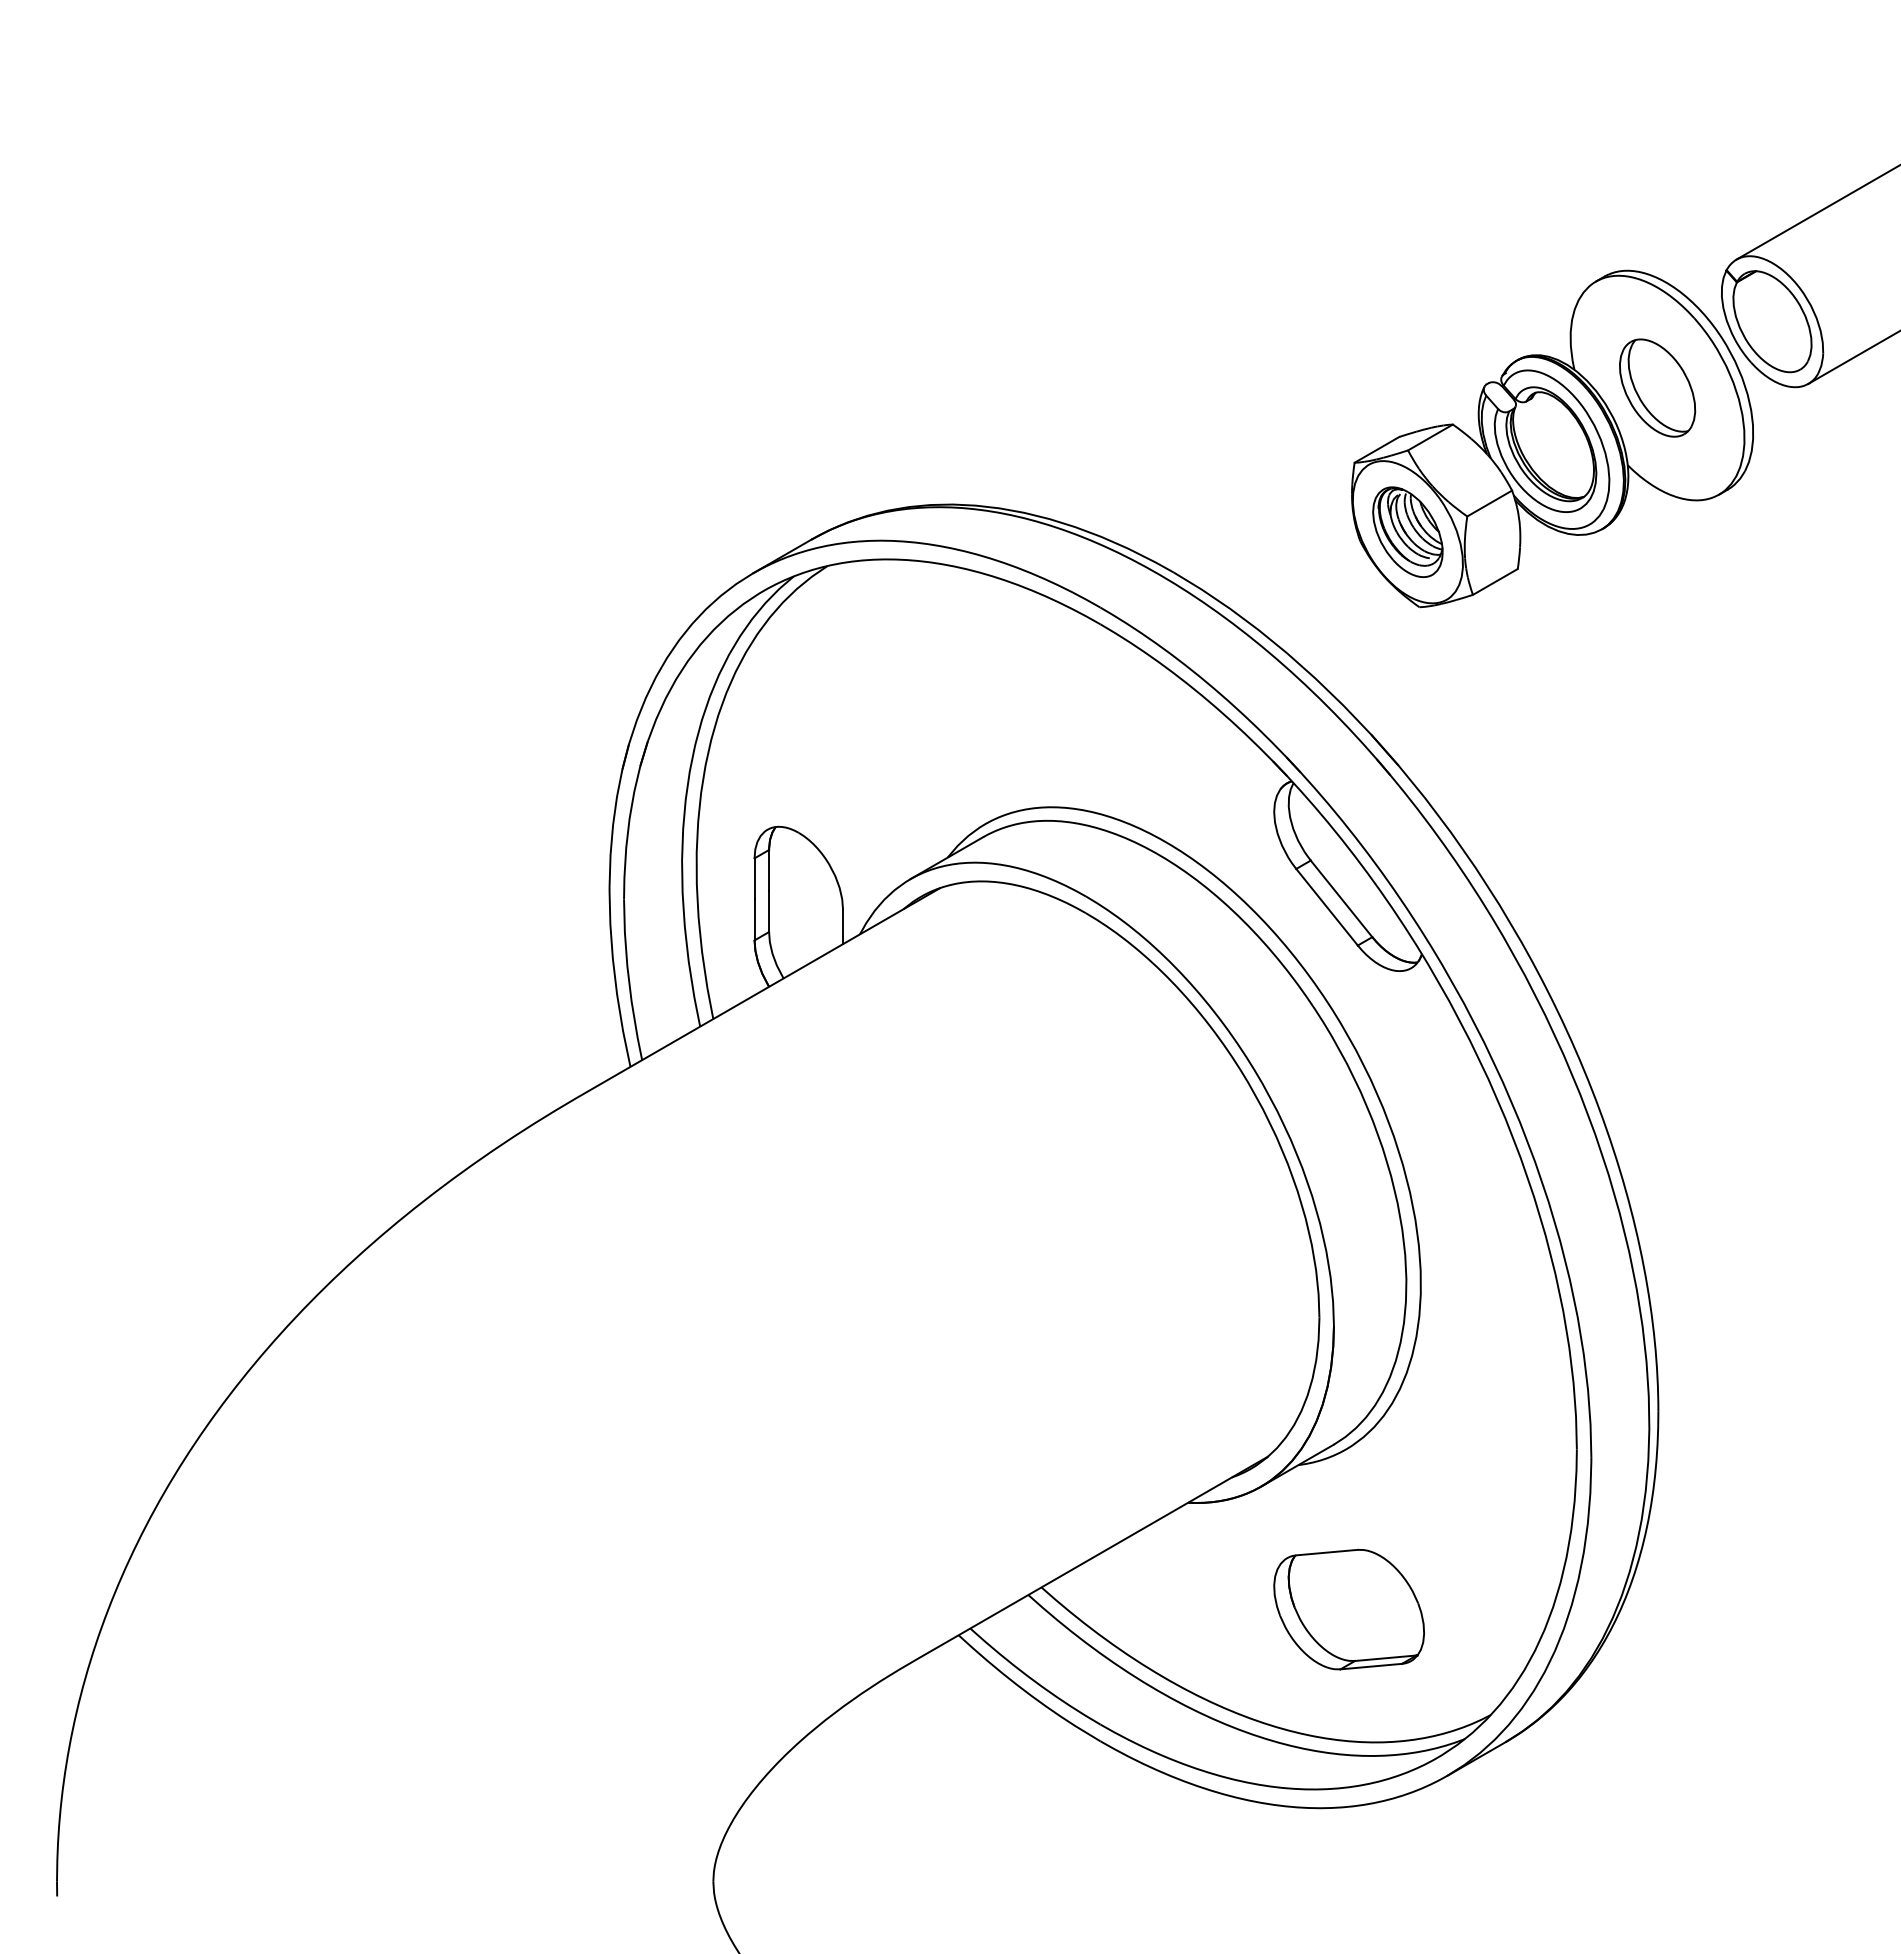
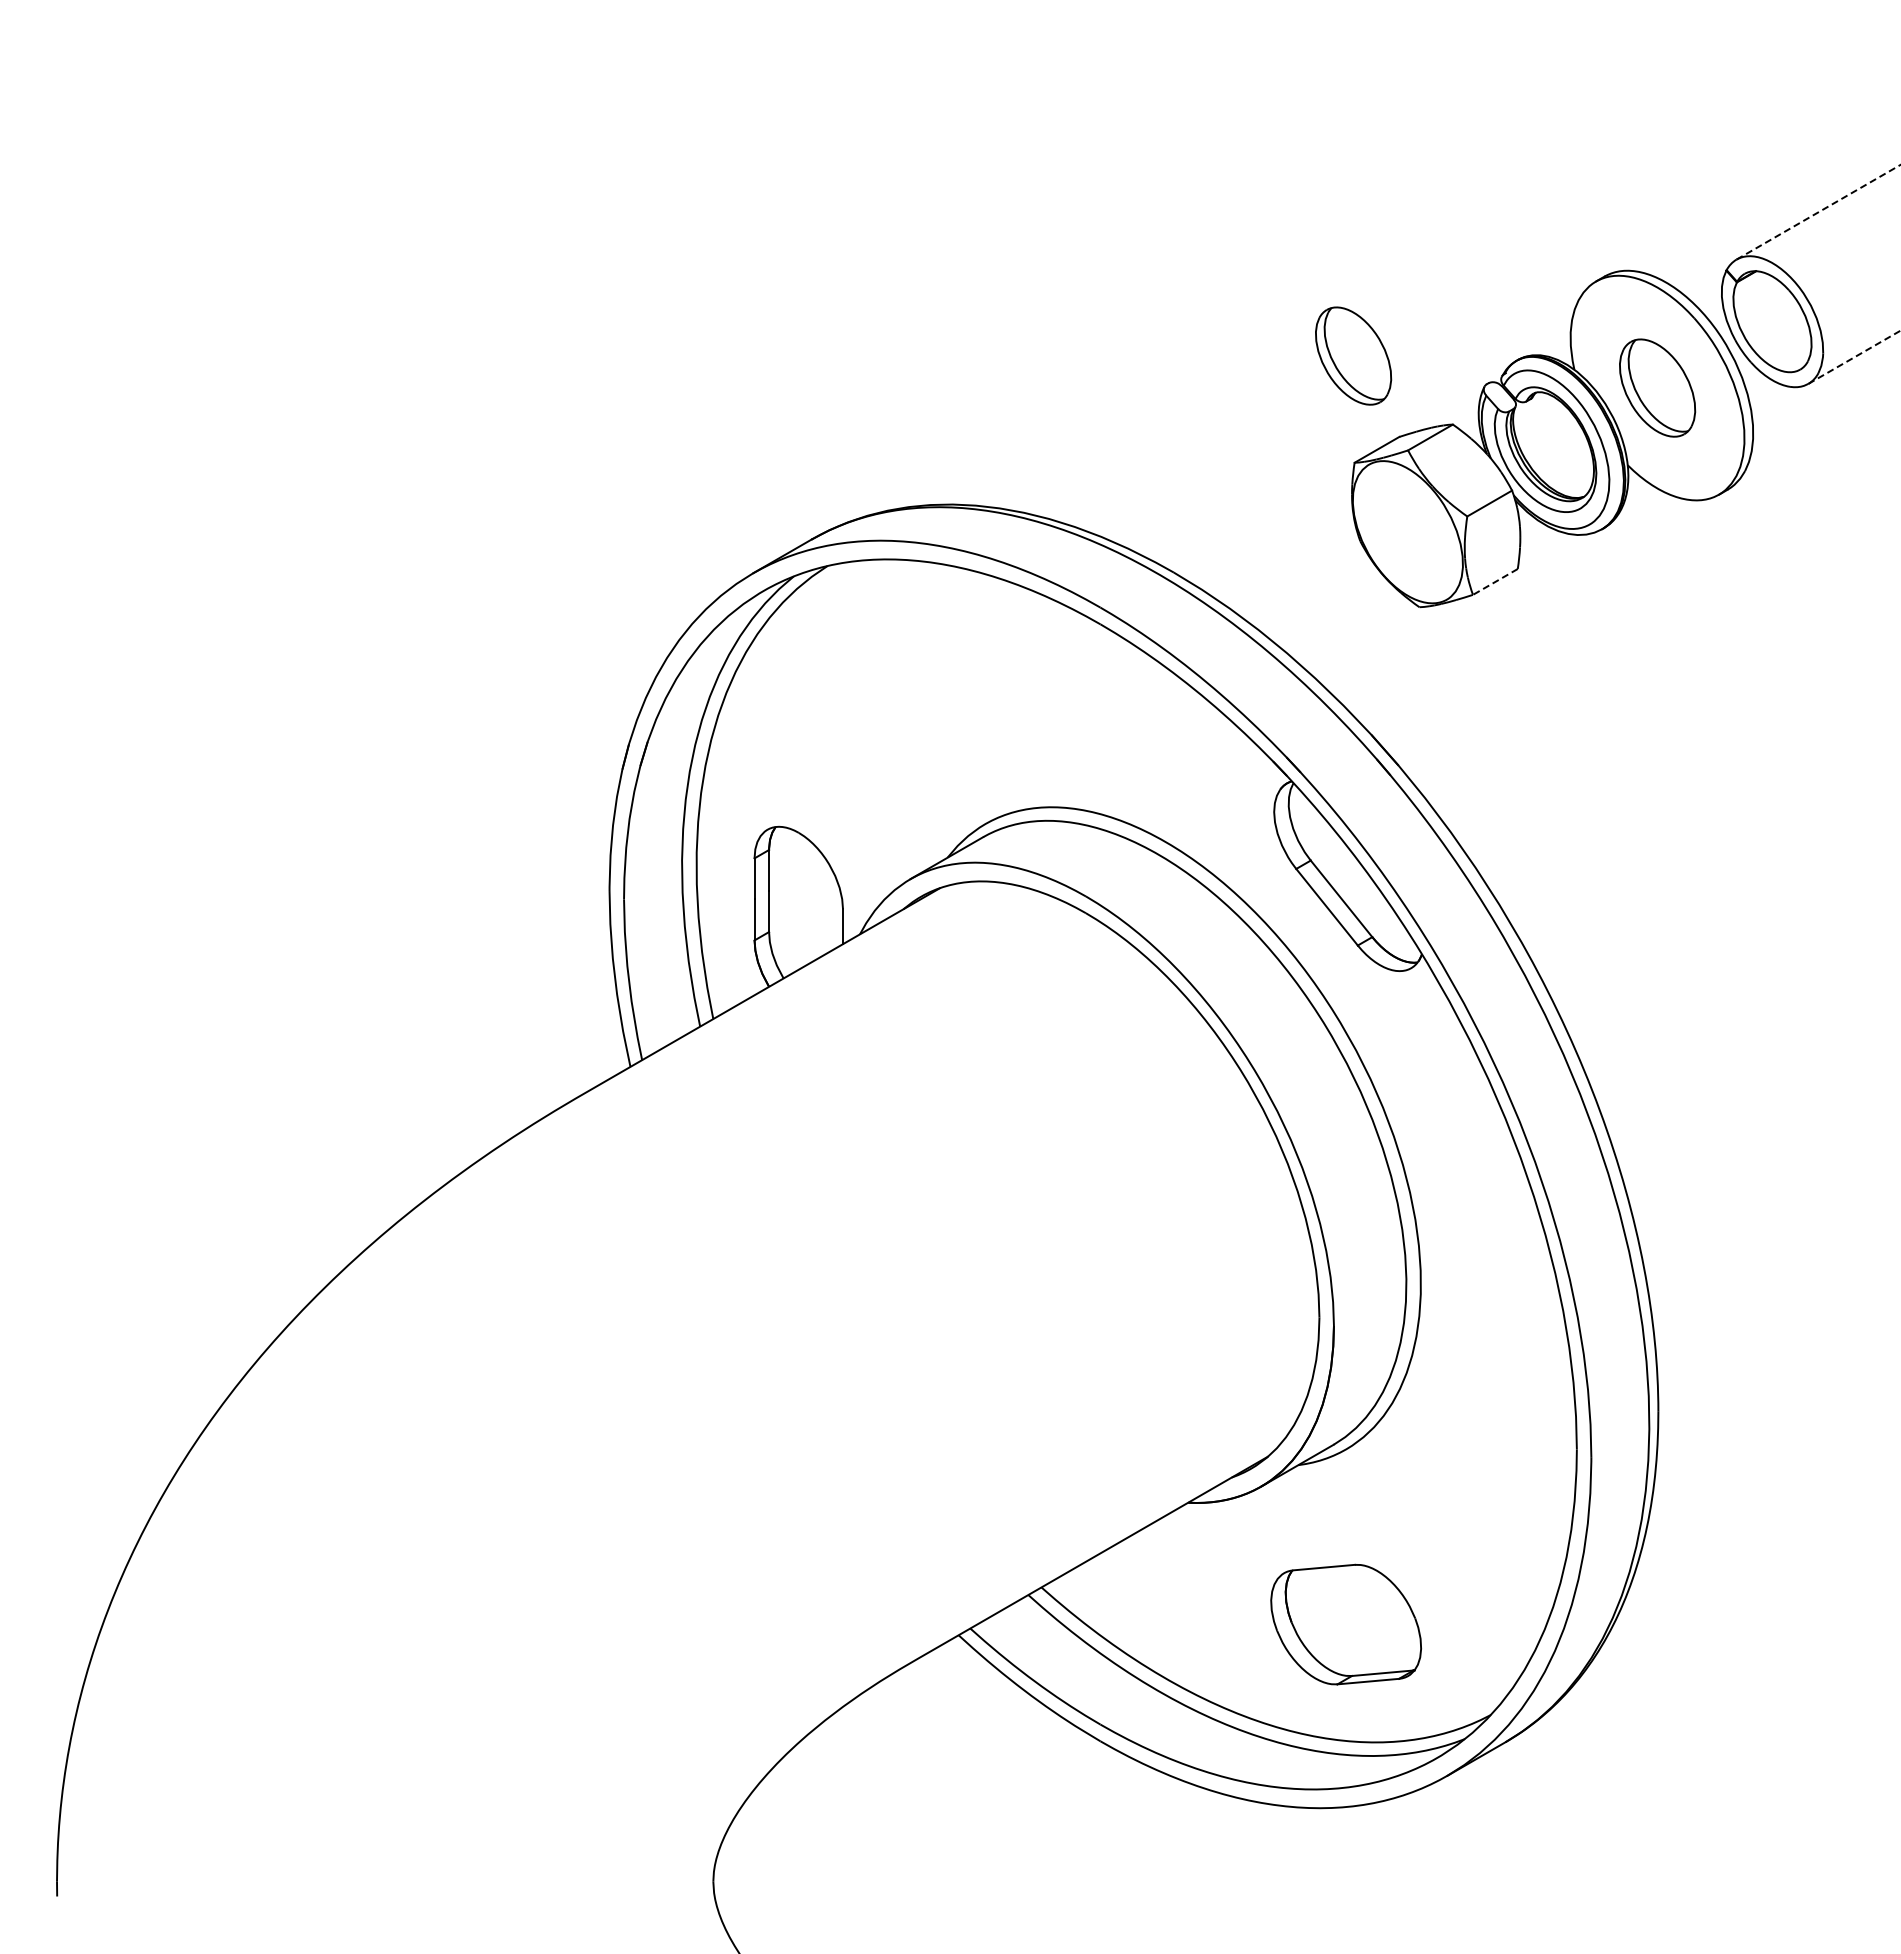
line at (1818, 212): solid -> dashed
part at (1353, 355): none -> present
line at (1855, 356): solid -> dashed
part at (1407, 531): present -> none
line at (1495, 581): solid -> dashed
part at (1348, 1609) position: (1348, 1609) -> (1345, 1624)
